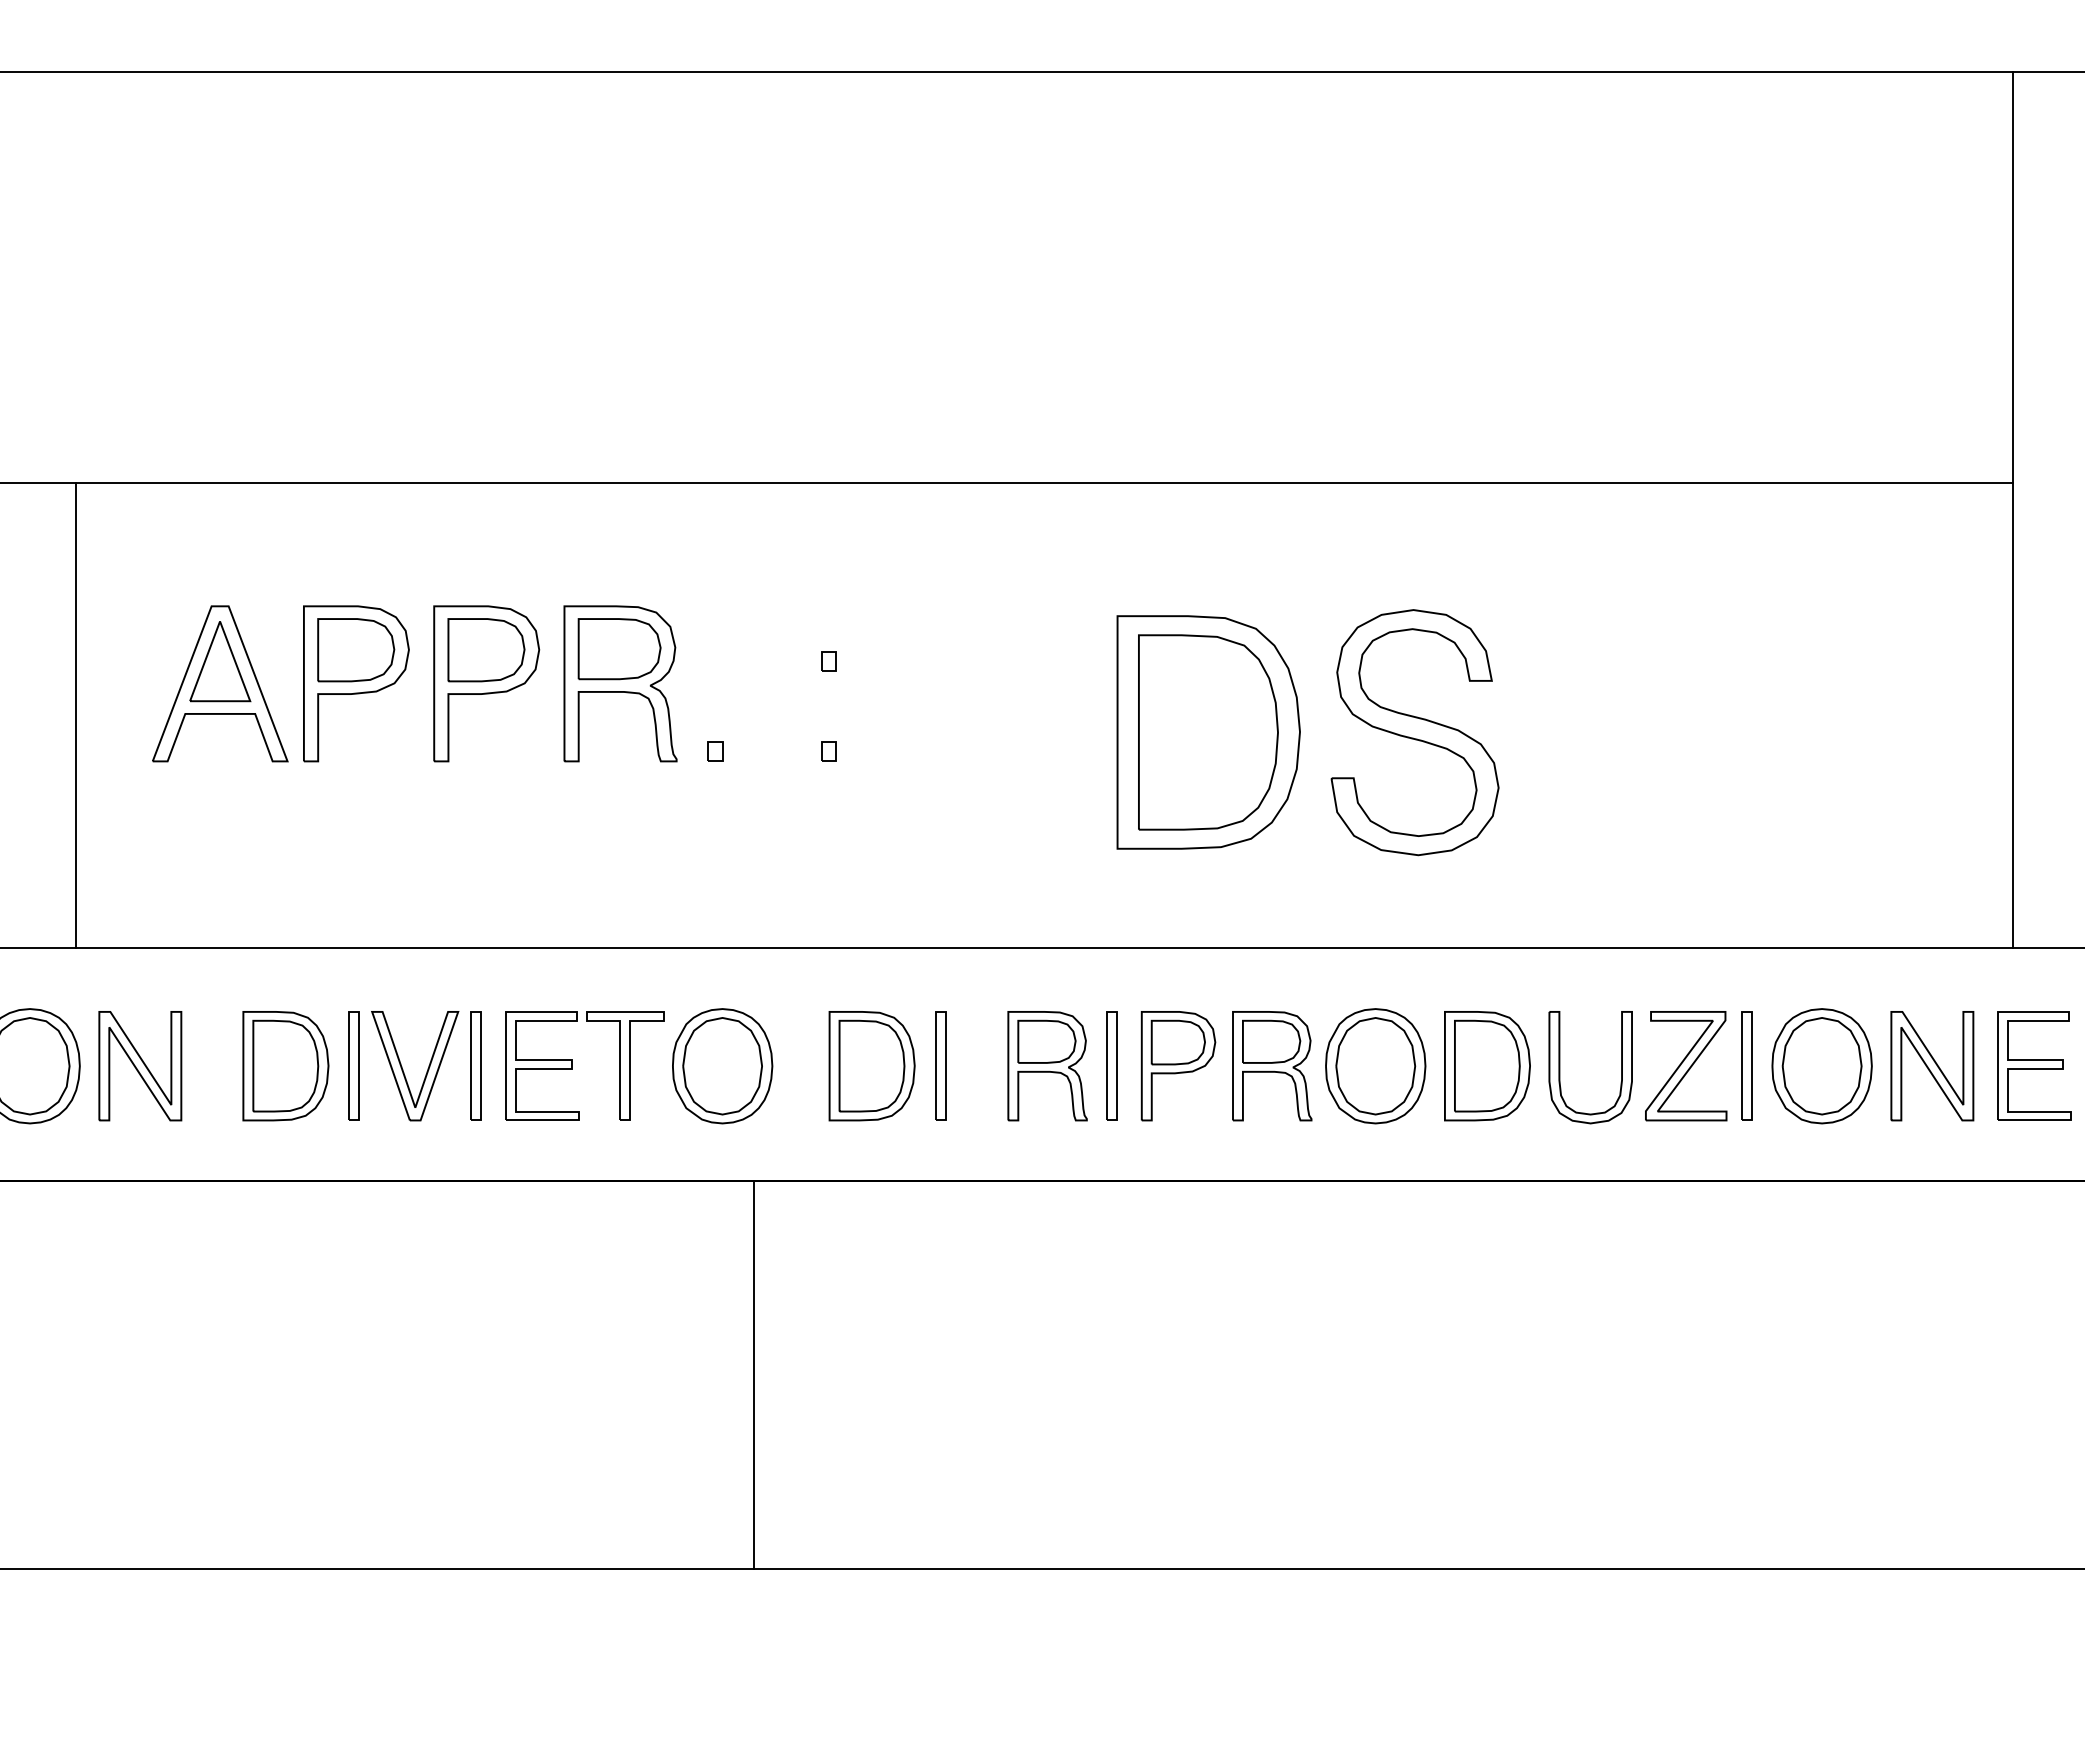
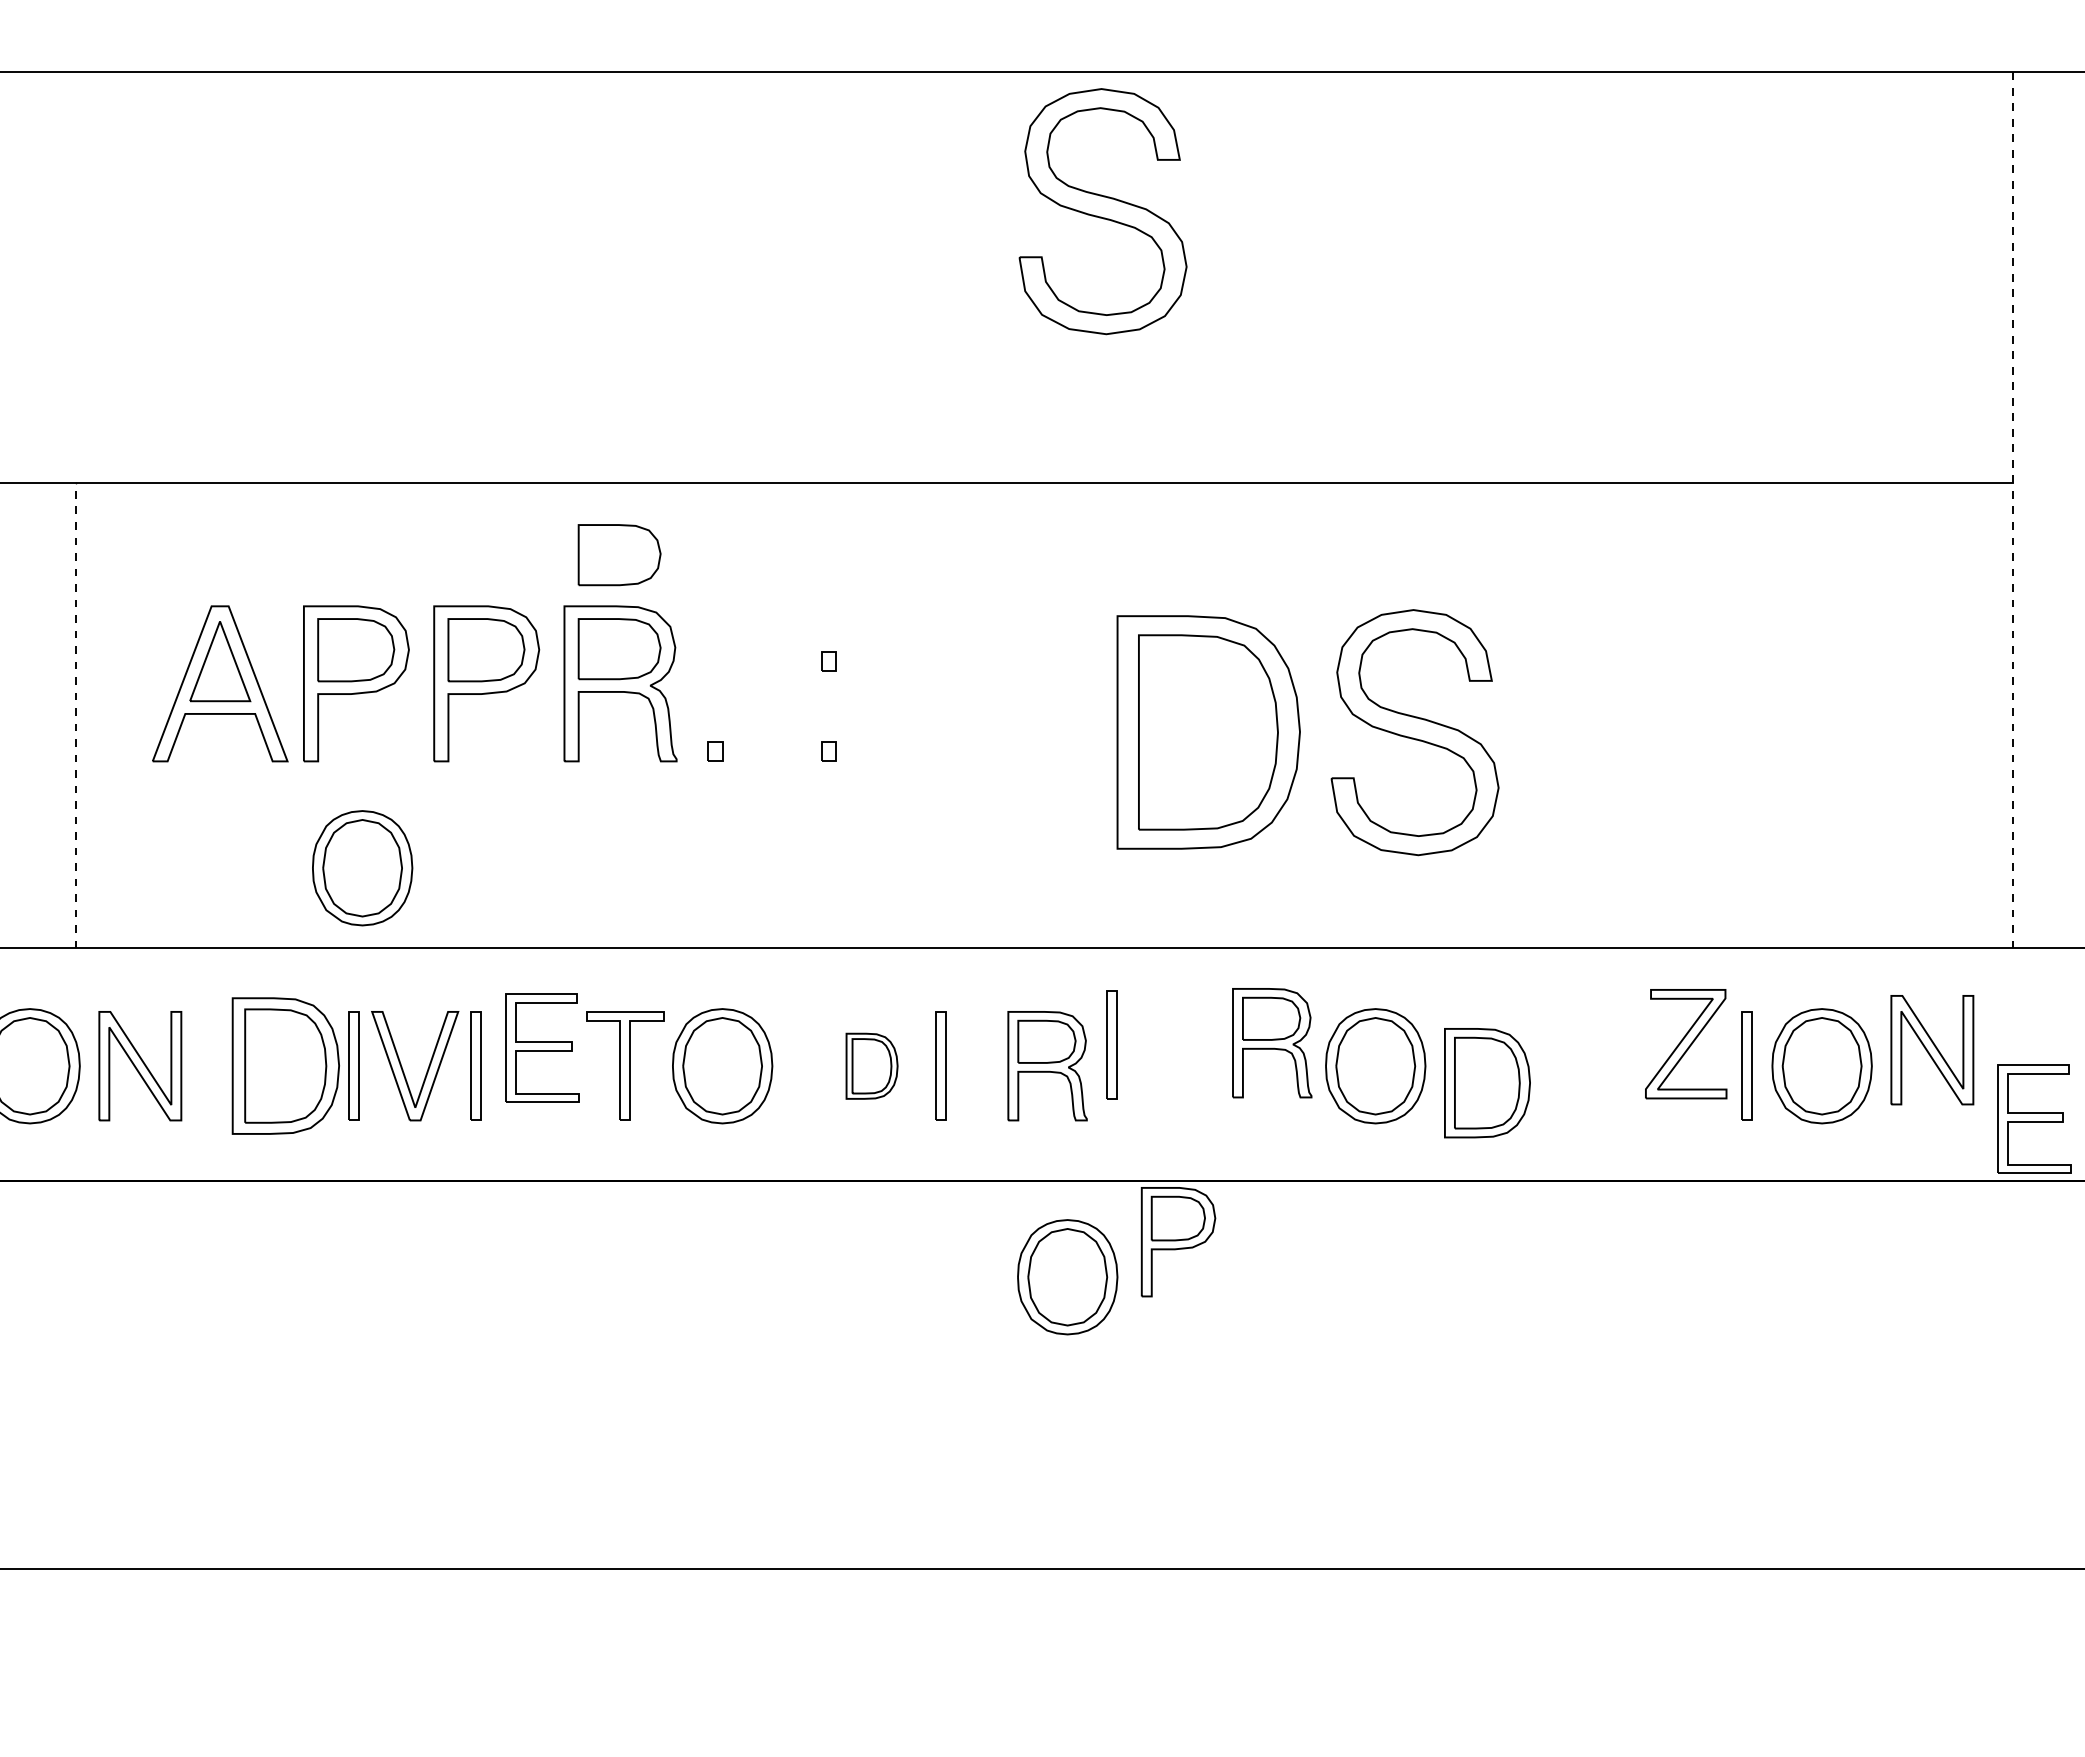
part at (1102, 211): none -> present
line at (2013, 509): solid -> dashed
part at (619, 555): none -> present
line at (76, 715): solid -> dashed
part at (362, 868): none -> present
part at (542, 1065) position: (542, 1065) -> (542, 1047)
part at (1111, 1065) position: (1111, 1065) -> (1111, 1044)
part at (2034, 1065) position: (2034, 1065) -> (2034, 1118)
part at (285, 1066) size: 88x111 px -> 109x138 px
part at (871, 1066) size: 88x111 px -> 54x68 px
part at (1178, 1066) position: (1178, 1066) -> (1178, 1242)
part at (1272, 1066) position: (1272, 1066) -> (1272, 1043)
part at (1487, 1066) position: (1487, 1066) -> (1487, 1083)
part at (1686, 1066) position: (1686, 1066) -> (1686, 1044)
part at (1932, 1066) position: (1932, 1066) -> (1932, 1050)
part at (1560, 1067): present -> none
part at (1067, 1277): none -> present
line at (753, 1374): present -> none
